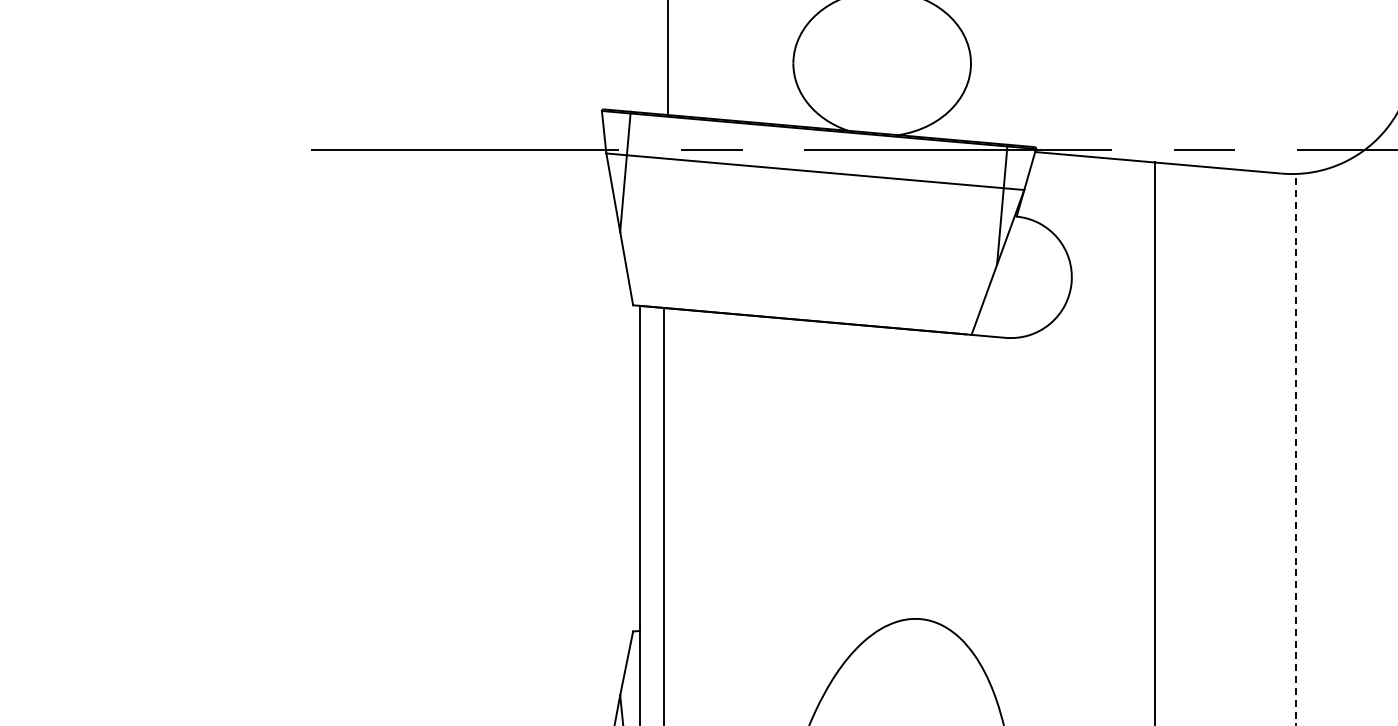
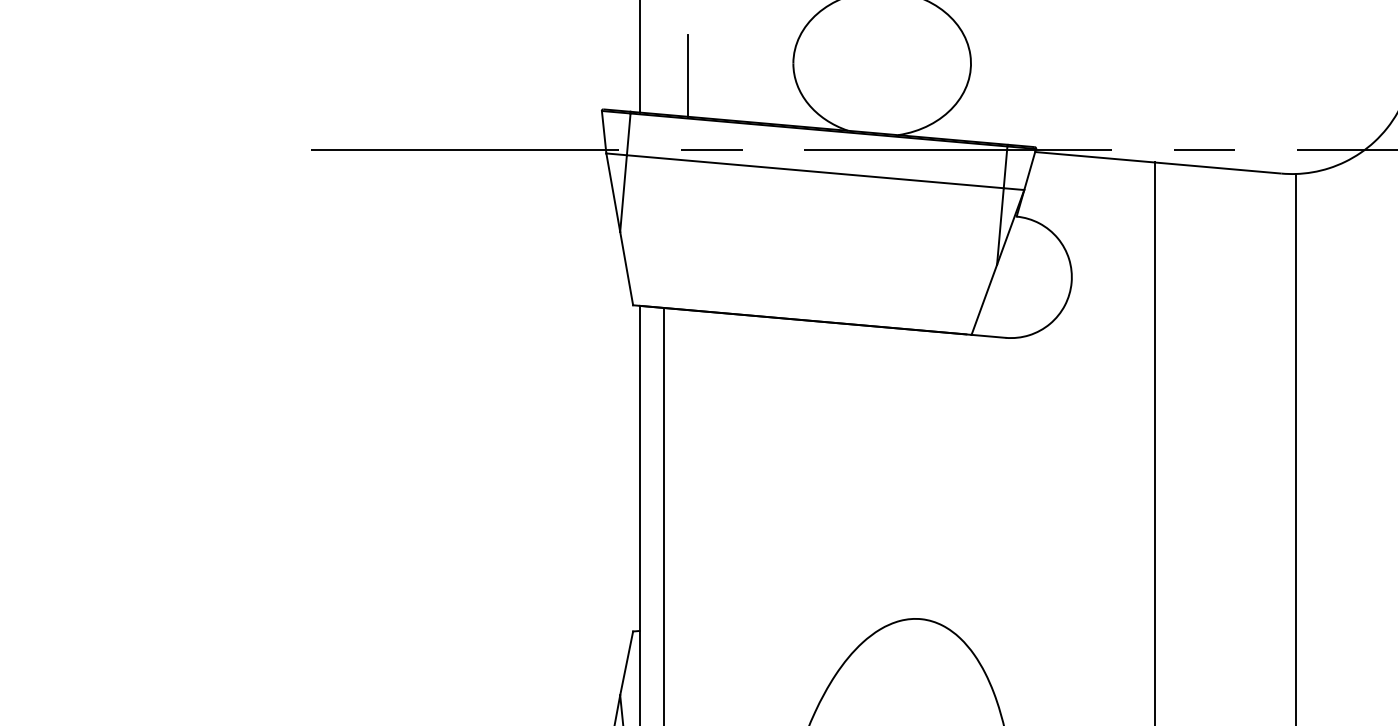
line at (667, 57) position: (667, 57) -> (639, 57)
line at (688, 75): none -> present
line at (1295, 449): dashed -> solid
